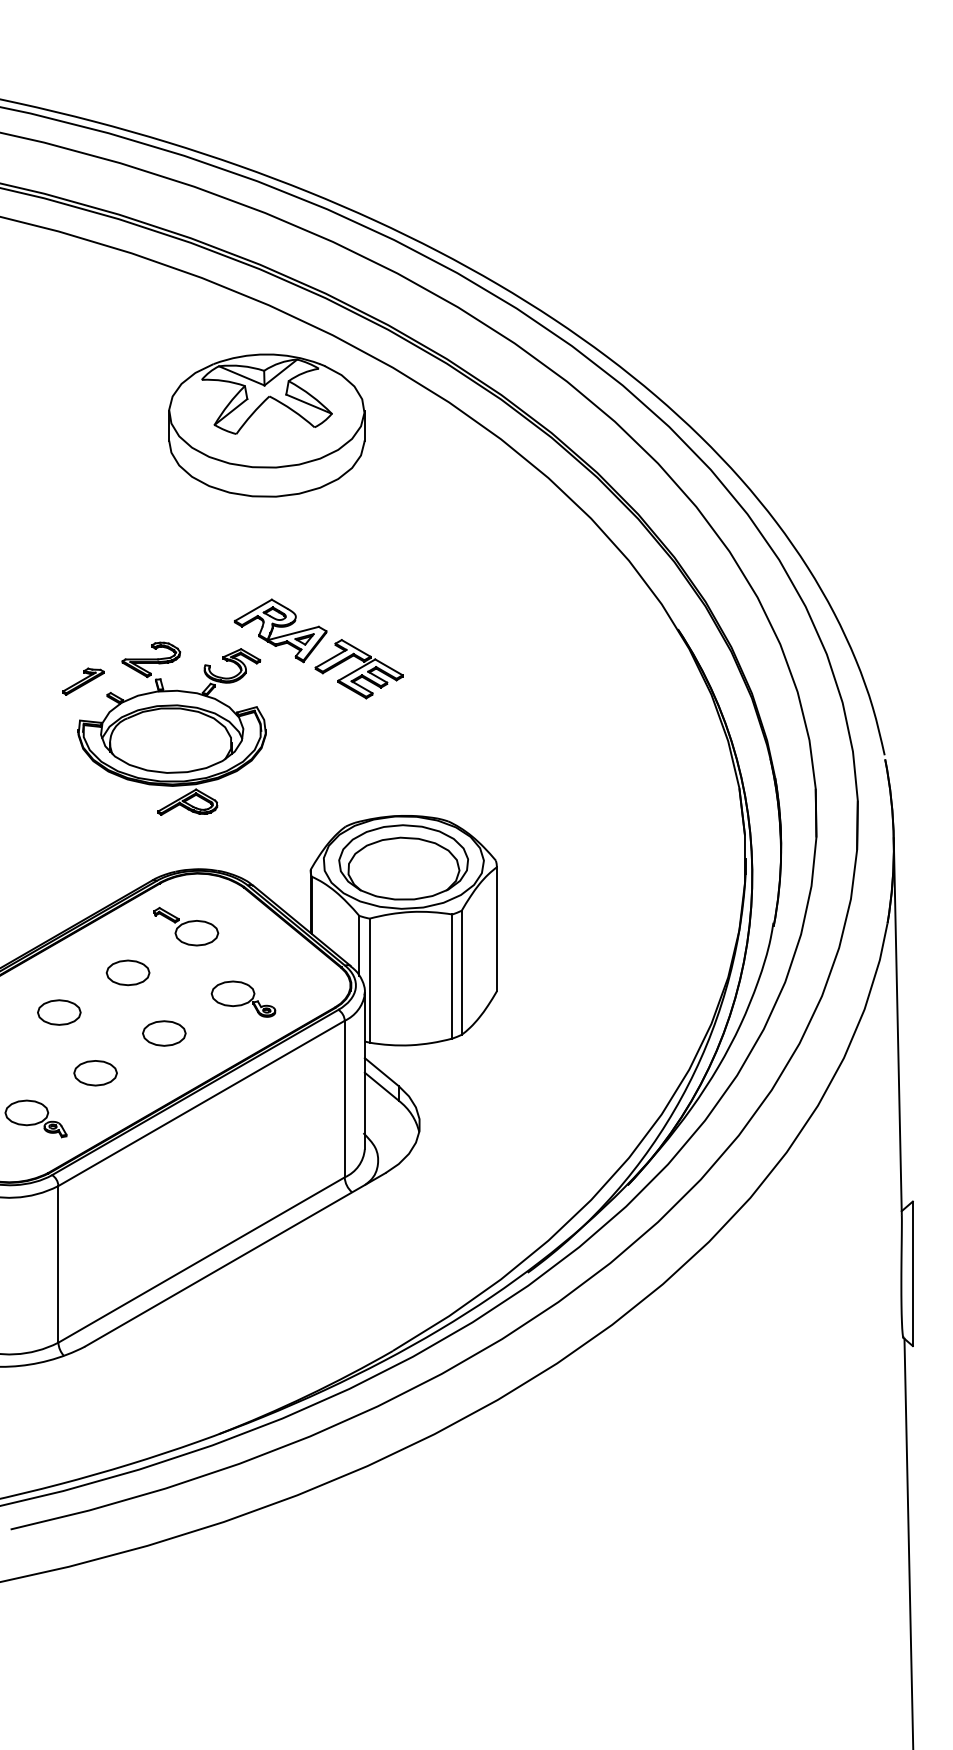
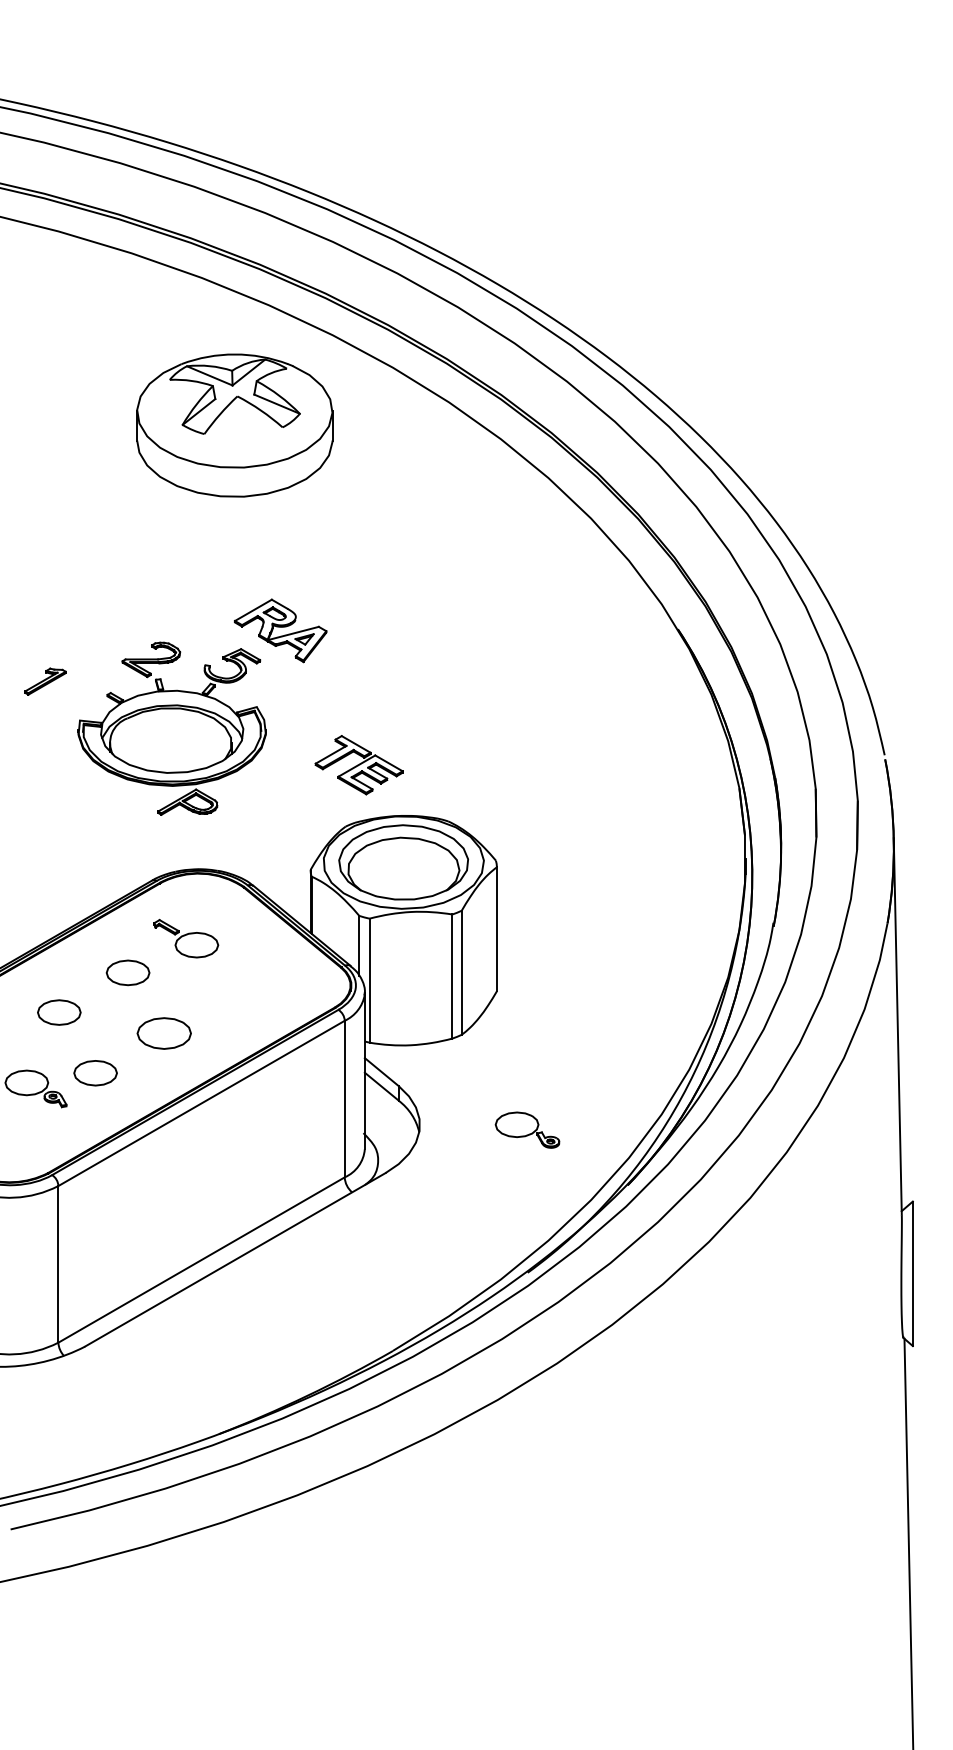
part at (266, 425) position: (266, 425) -> (234, 425)
part at (358, 669) position: (358, 669) -> (358, 765)
part at (83, 681) position: (83, 681) -> (45, 681)
part at (186, 926) position: (186, 926) -> (186, 938)
part at (243, 998) position: (243, 998) -> (527, 1129)
part at (164, 1033) size: 45x27 px -> 56x33 px
part at (35, 1118) position: (35, 1118) -> (35, 1088)
